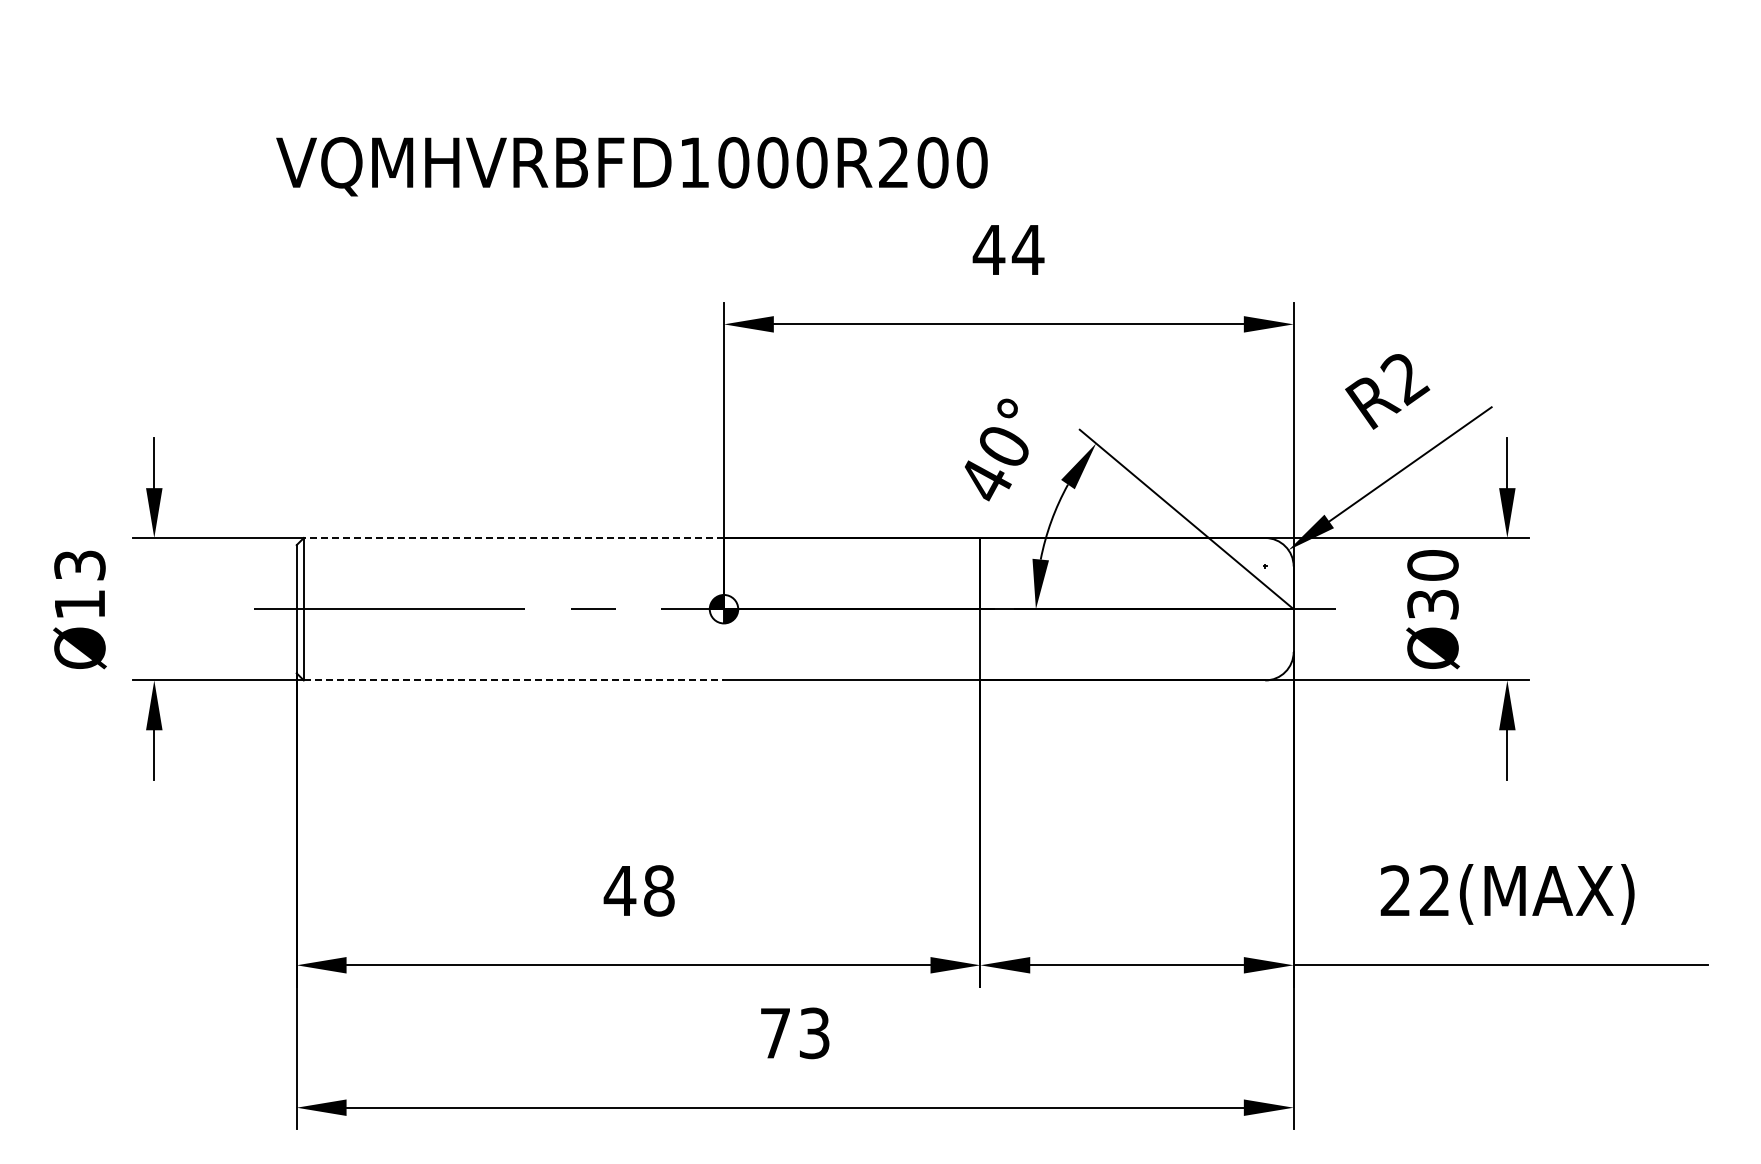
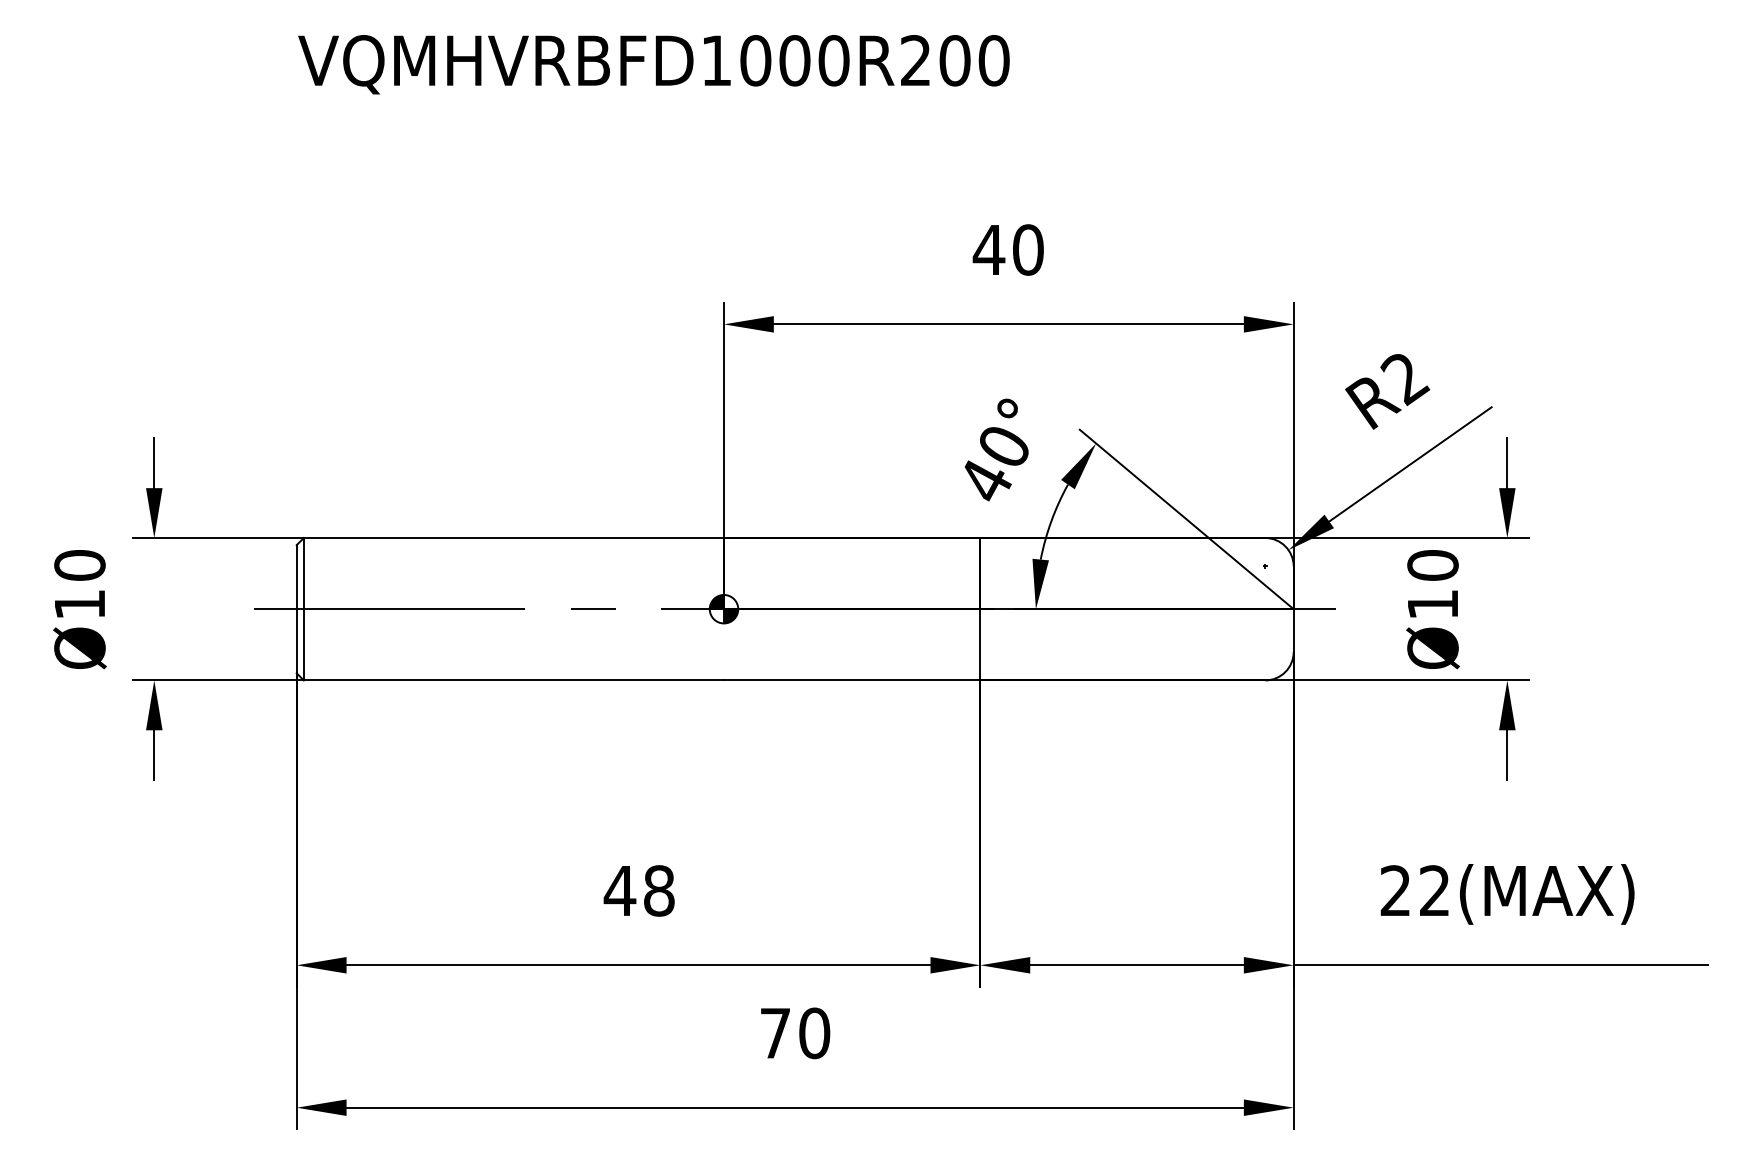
text at (631, 166) position: (631, 166) -> (653, 64)
text at (1027, 249): 44 -> 40
line at (513, 538): dashed -> solid
text at (79, 565): Ø13 -> Ø10
text at (1432, 604): Ø30 -> Ø10
line at (514, 680): dashed -> solid
text at (814, 1033): 73 -> 70
